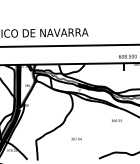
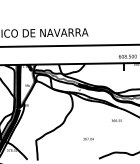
text at (76, 138) position: (76, 138) -> (88, 138)
